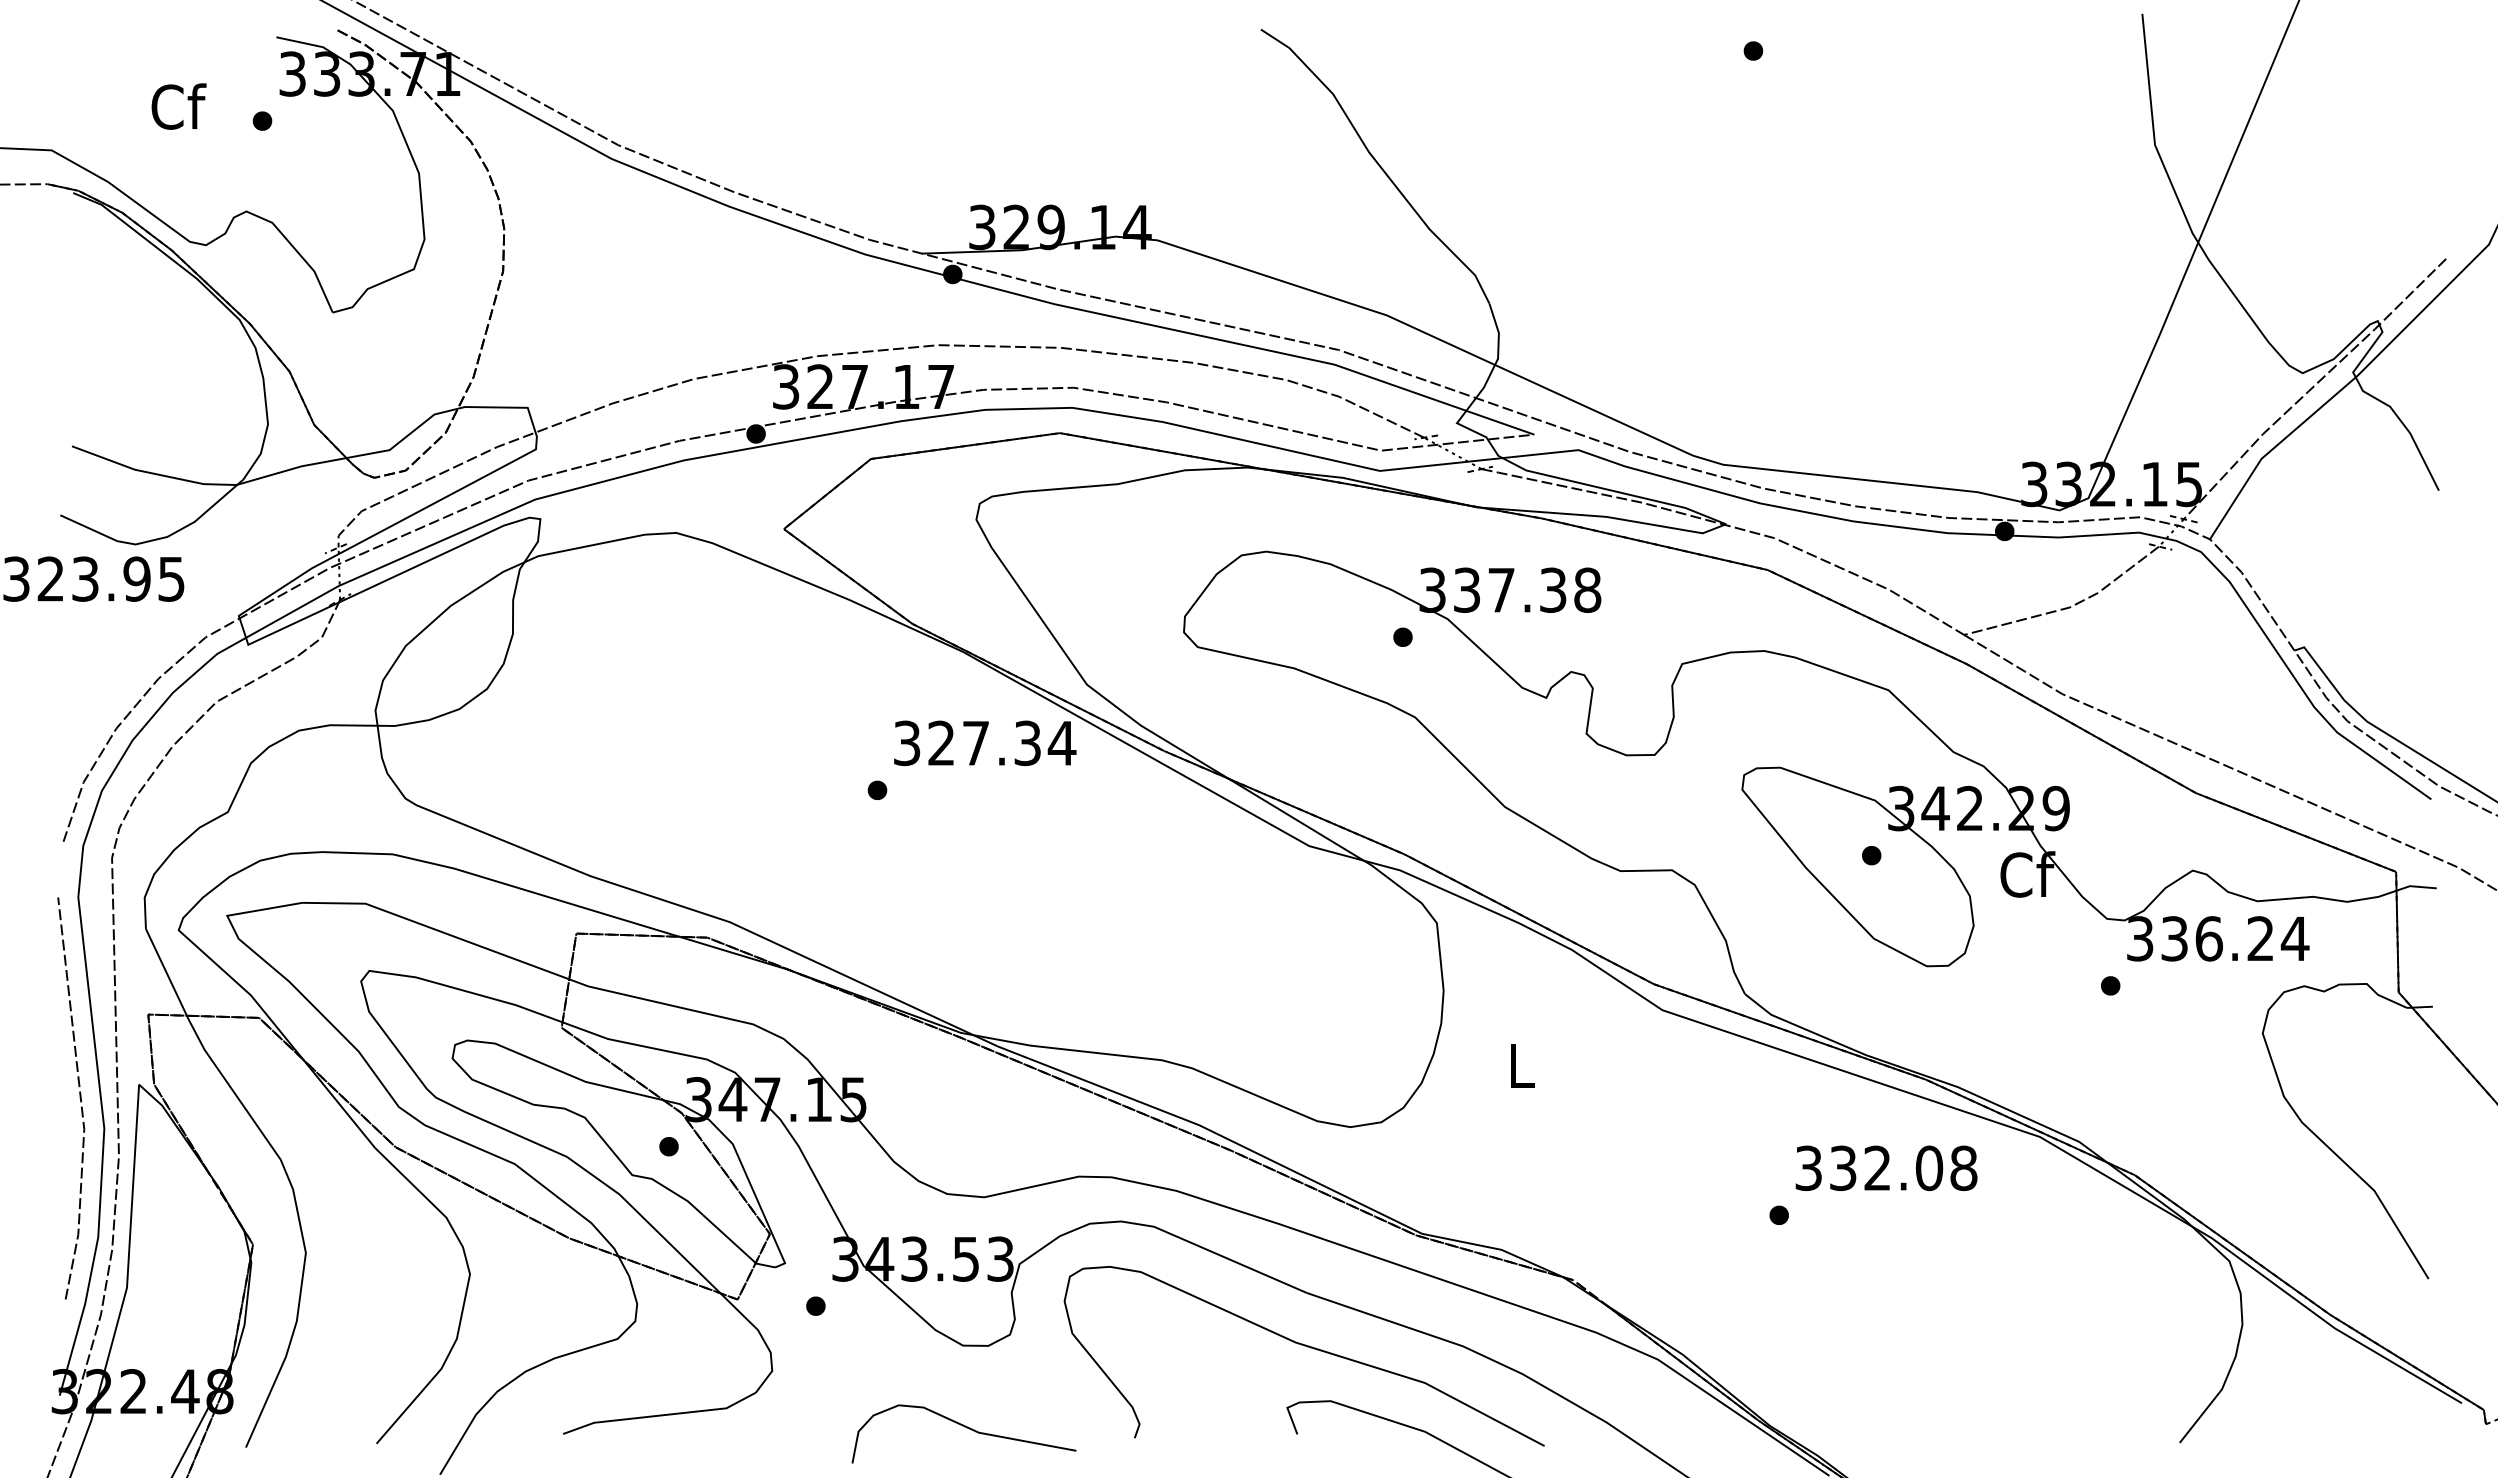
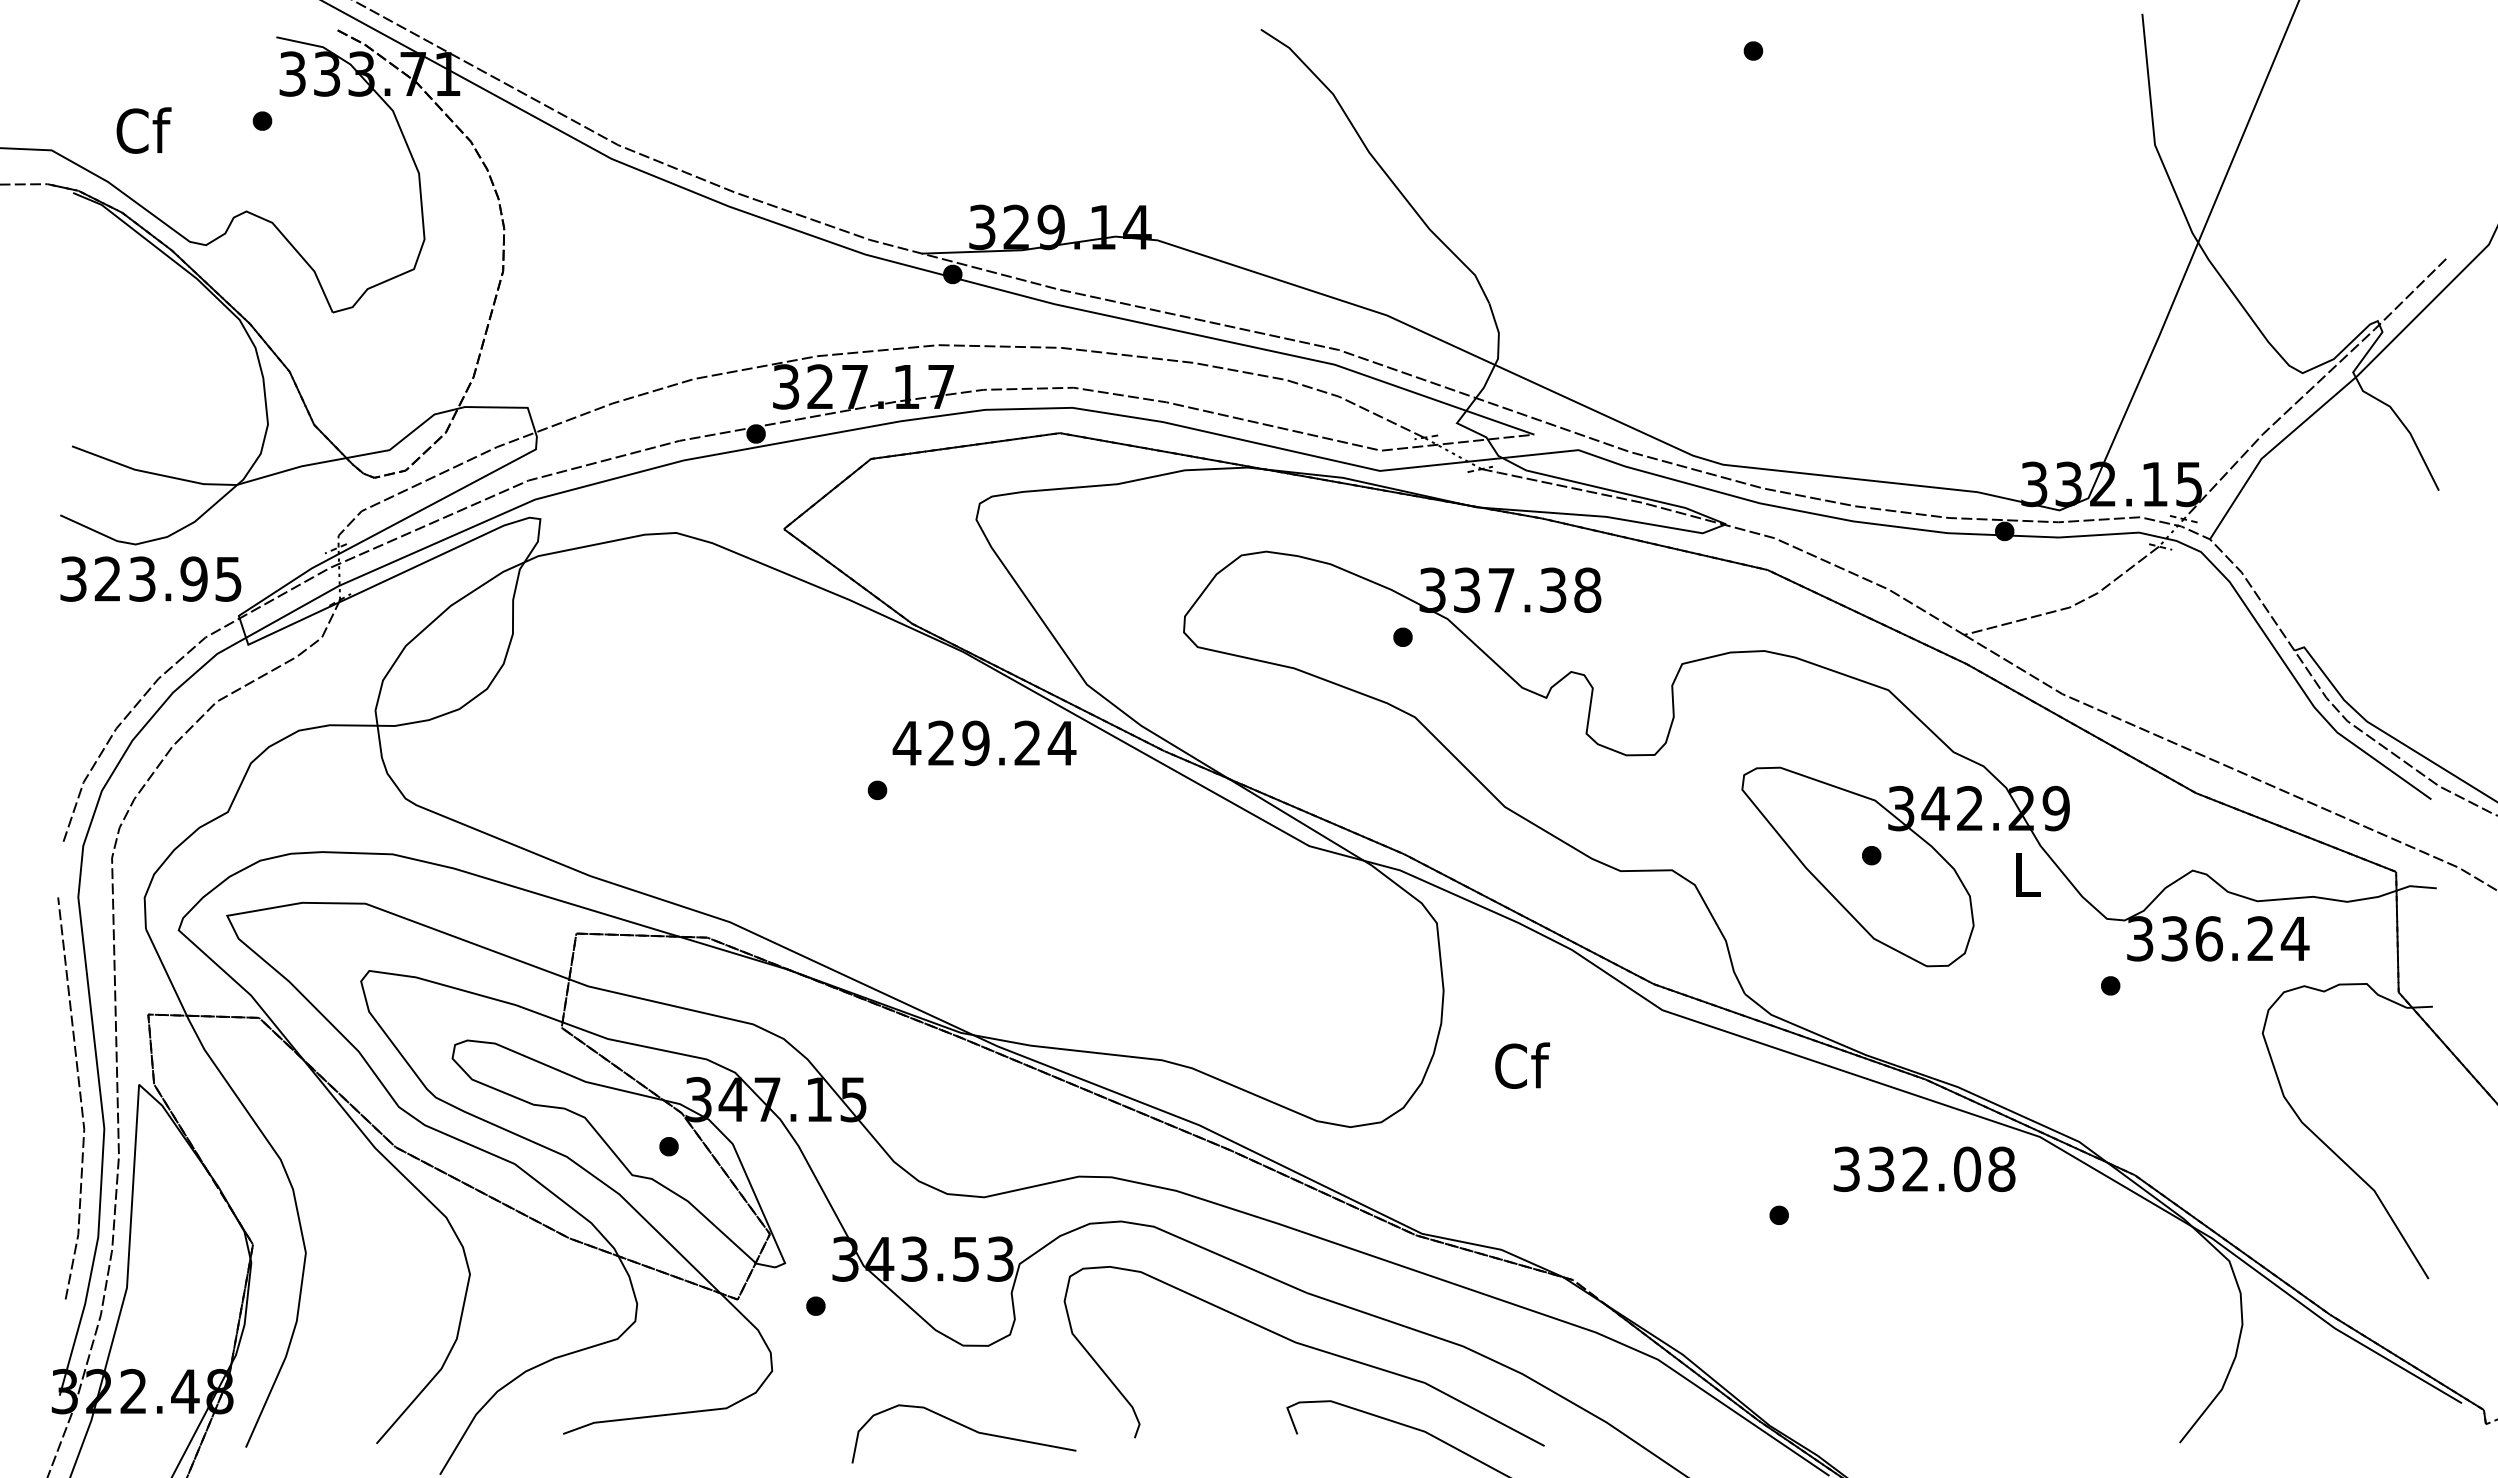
text at (178, 106) position: (178, 106) -> (143, 130)
text at (93, 578) position: (93, 578) -> (150, 578)
text at (966, 743): 327.34 -> 429.24
text at (2027, 874): Cf -> L
text at (1522, 1065): L -> Cf
text at (1886, 1168) position: (1886, 1168) -> (1924, 1169)
